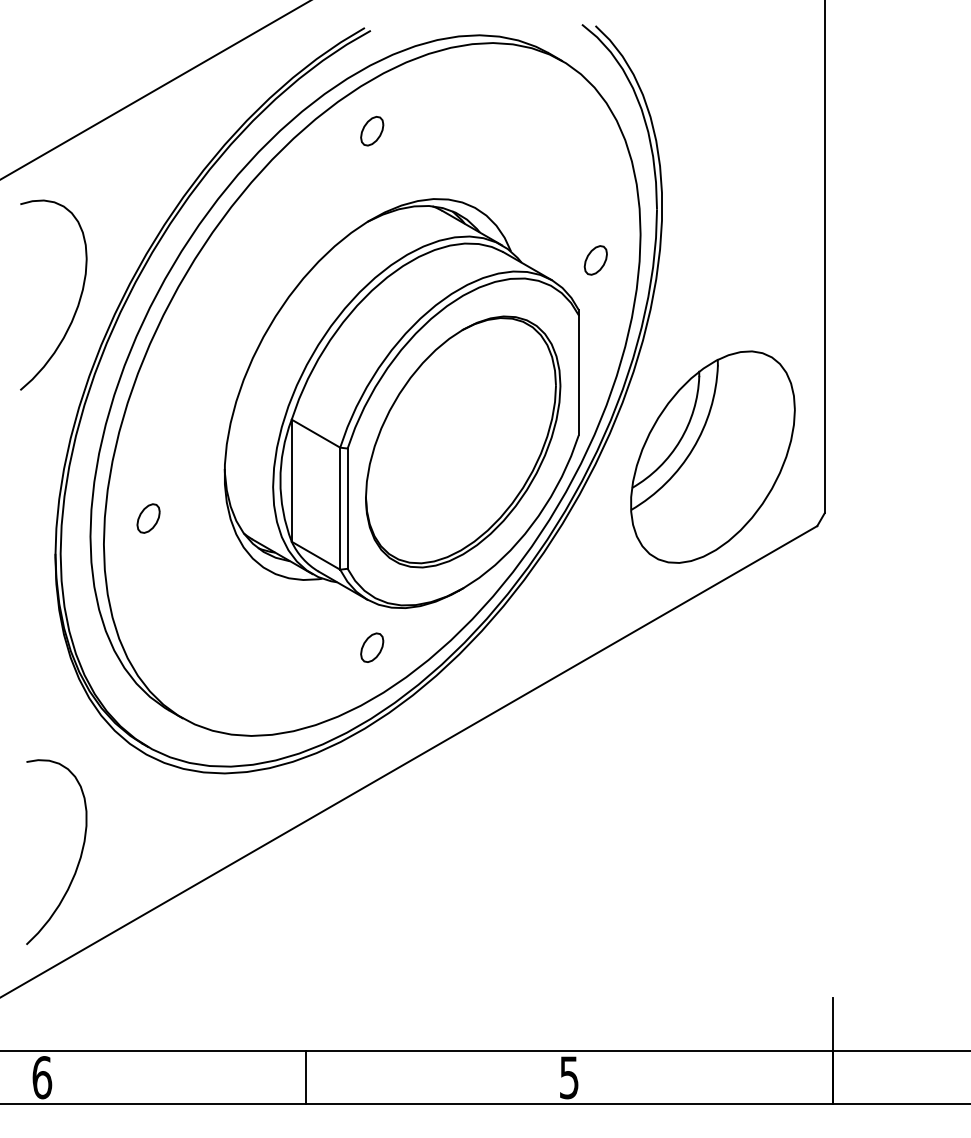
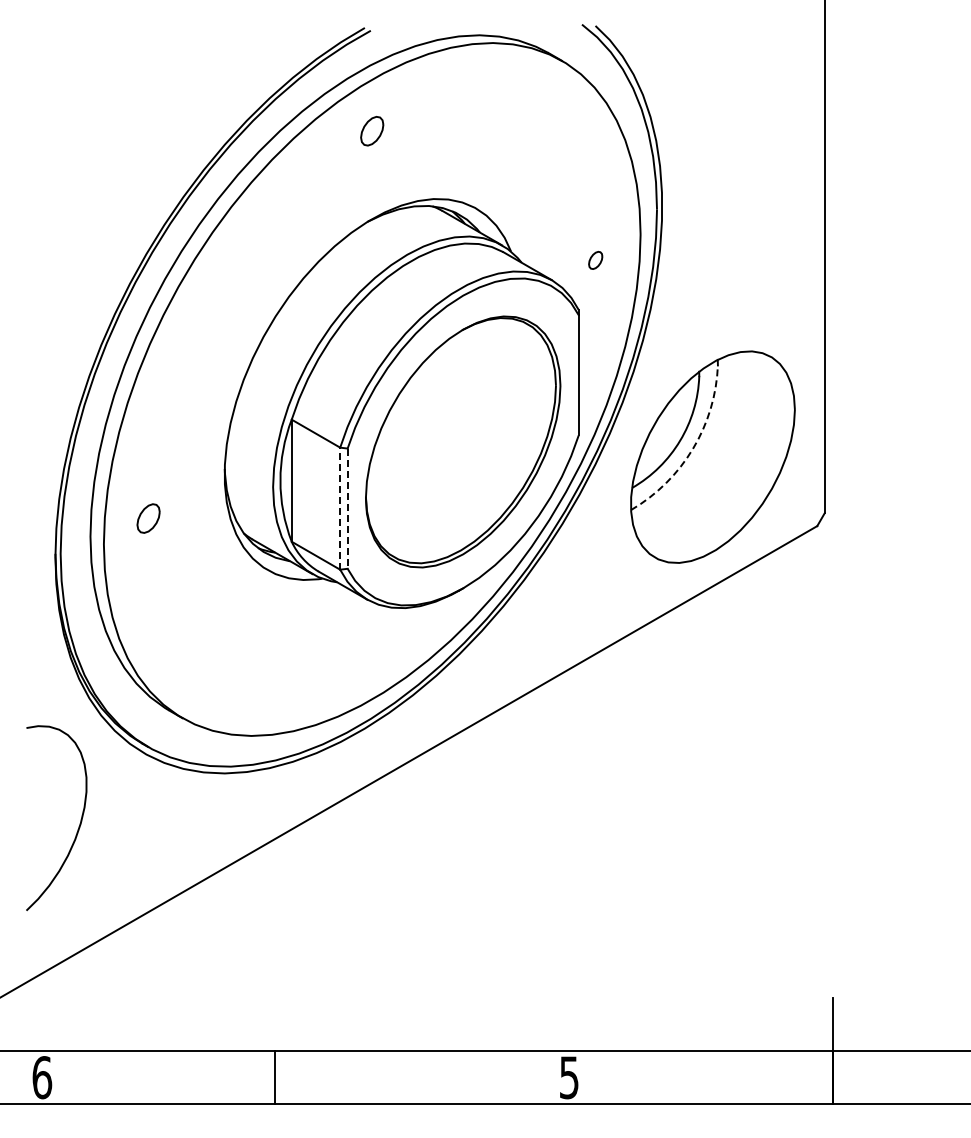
line at (154, 90): present -> none
part at (595, 260) size: 25x31 px -> 16x19 px
part at (78, 300): present -> none
arc at (693, 448): solid -> dashed
line at (340, 508): solid -> dashed
line at (347, 509): solid -> dashed
part at (372, 647): present -> none
curve at (78, 860) position: (78, 860) -> (78, 826)
line at (306, 1077) position: (306, 1077) -> (275, 1077)
